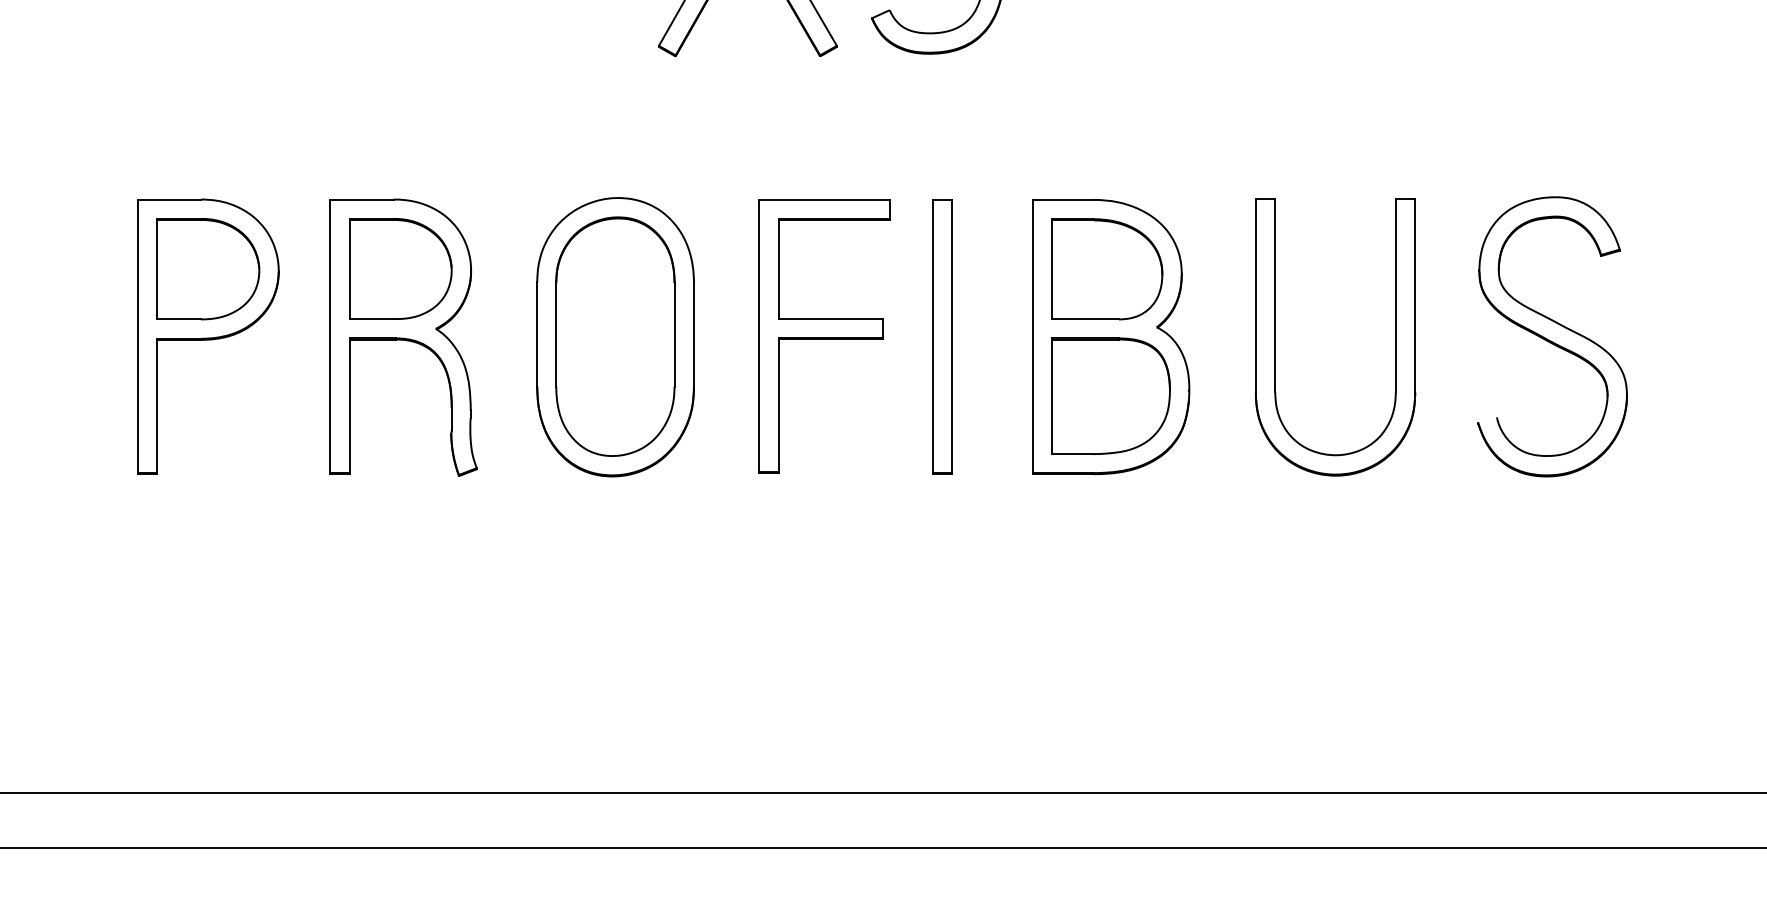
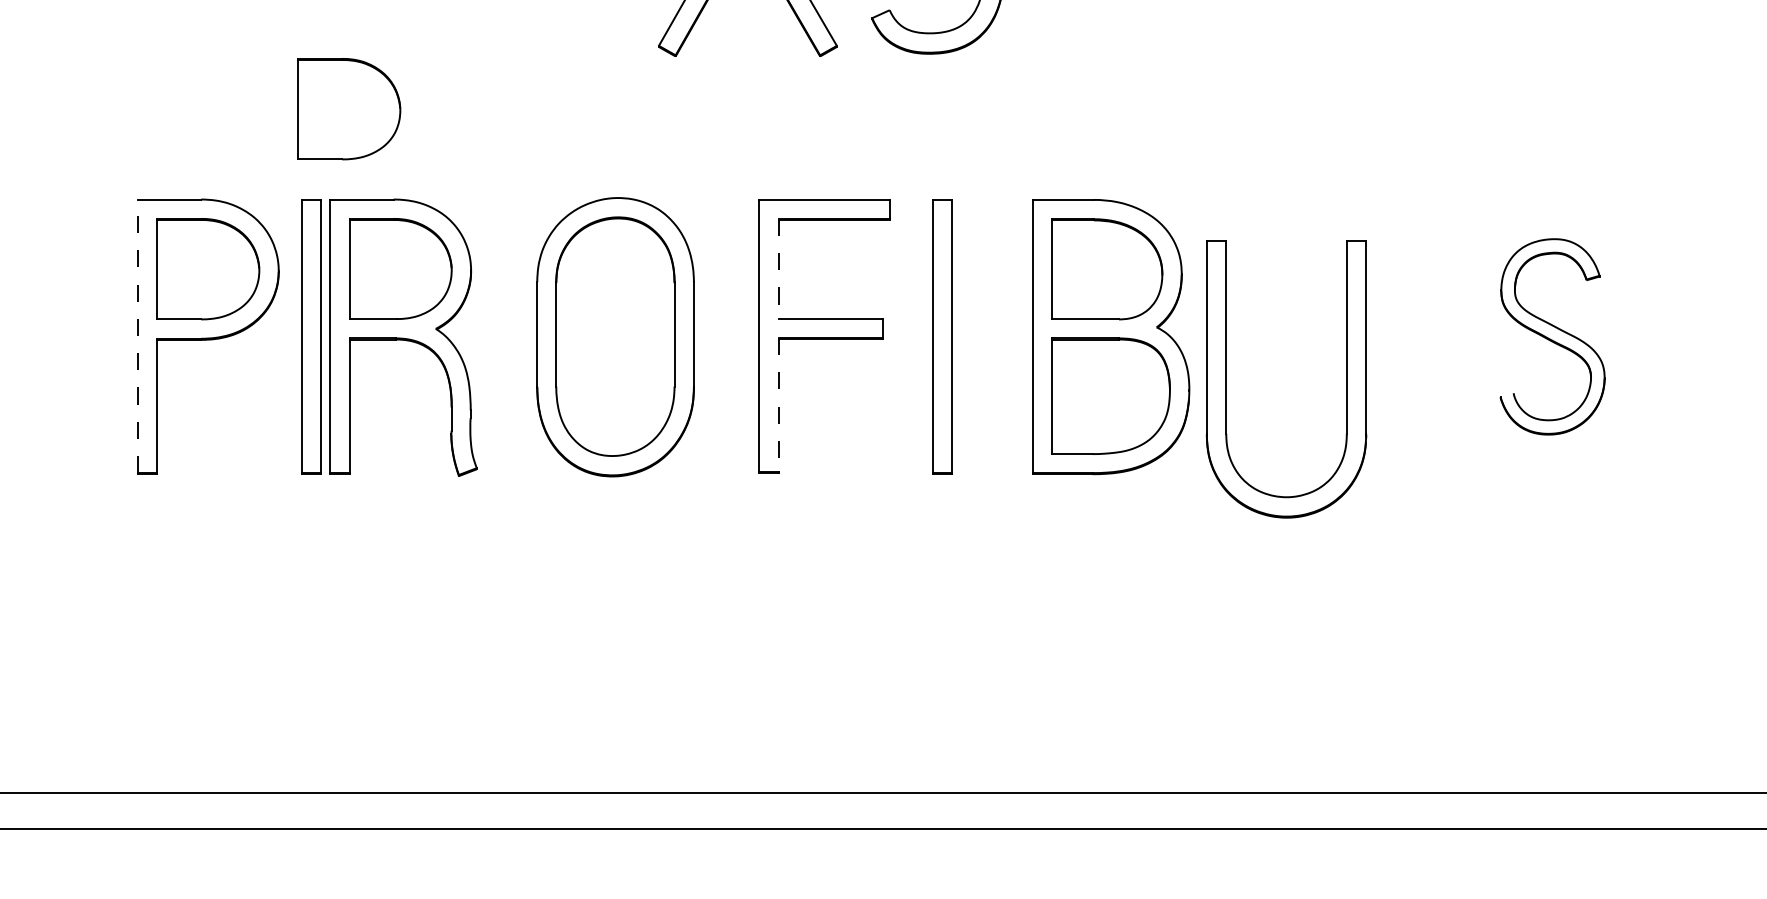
part at (349, 109): none -> present
line at (778, 269): solid -> dashed
line at (138, 336): solid -> dashed
part at (311, 336): none -> present
part at (1552, 336) size: 151x282 px -> 107x198 px
part at (1275, 337) position: (1275, 337) -> (1226, 379)
line at (778, 405): solid -> dashed
line at (882, 847) position: (882, 847) -> (882, 828)
